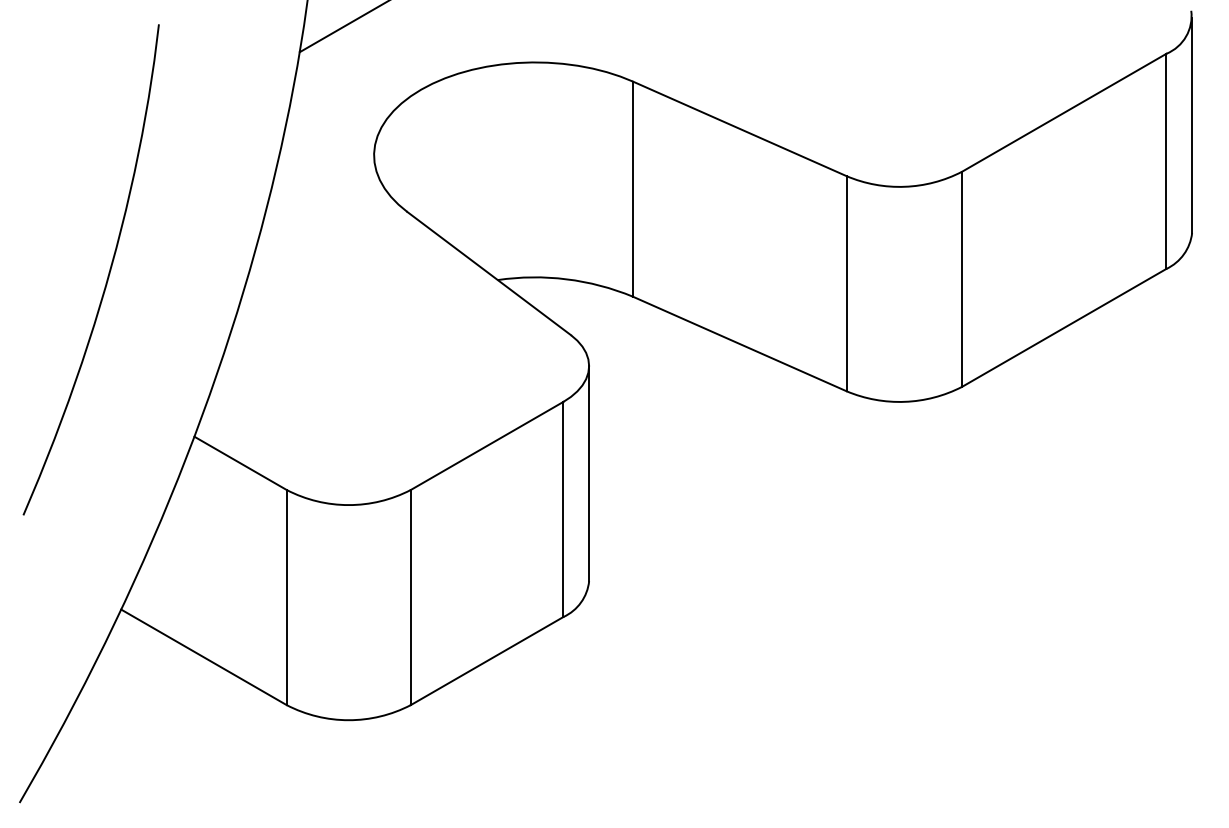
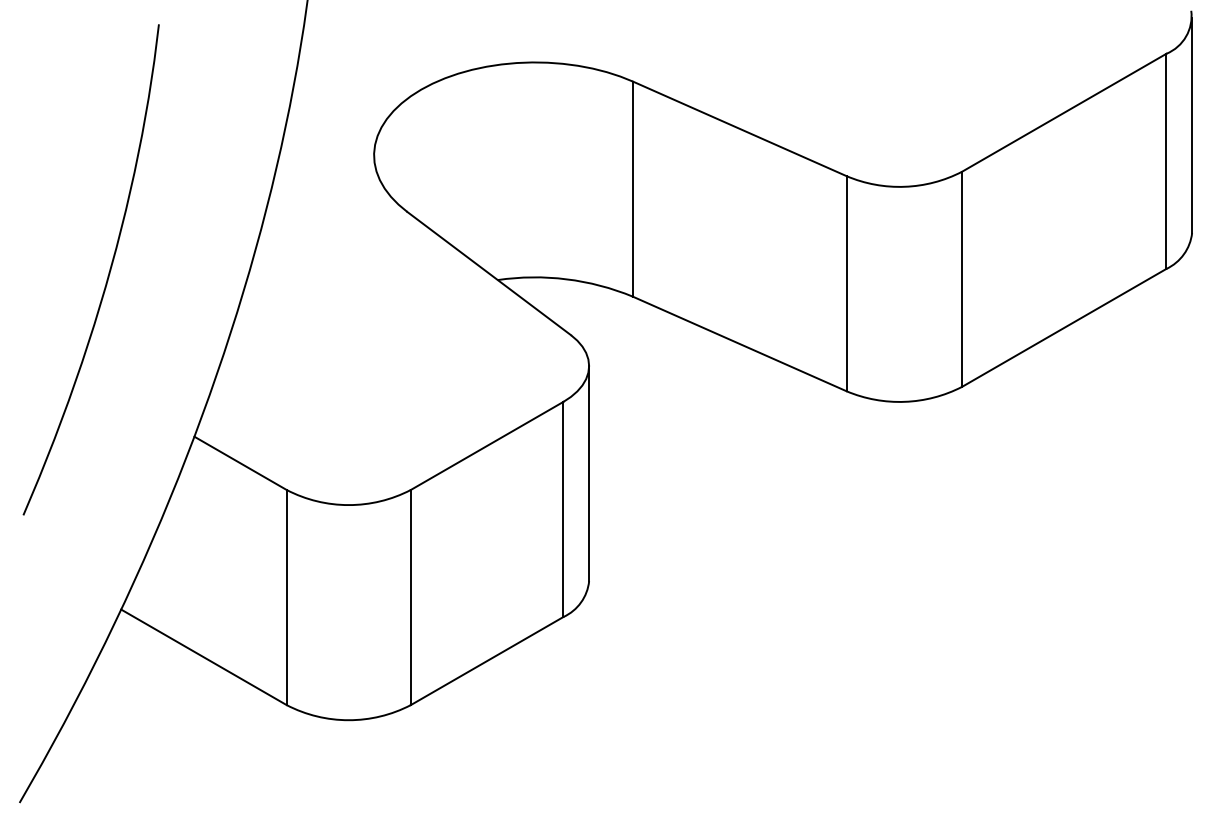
line at (342, 27): present -> none
